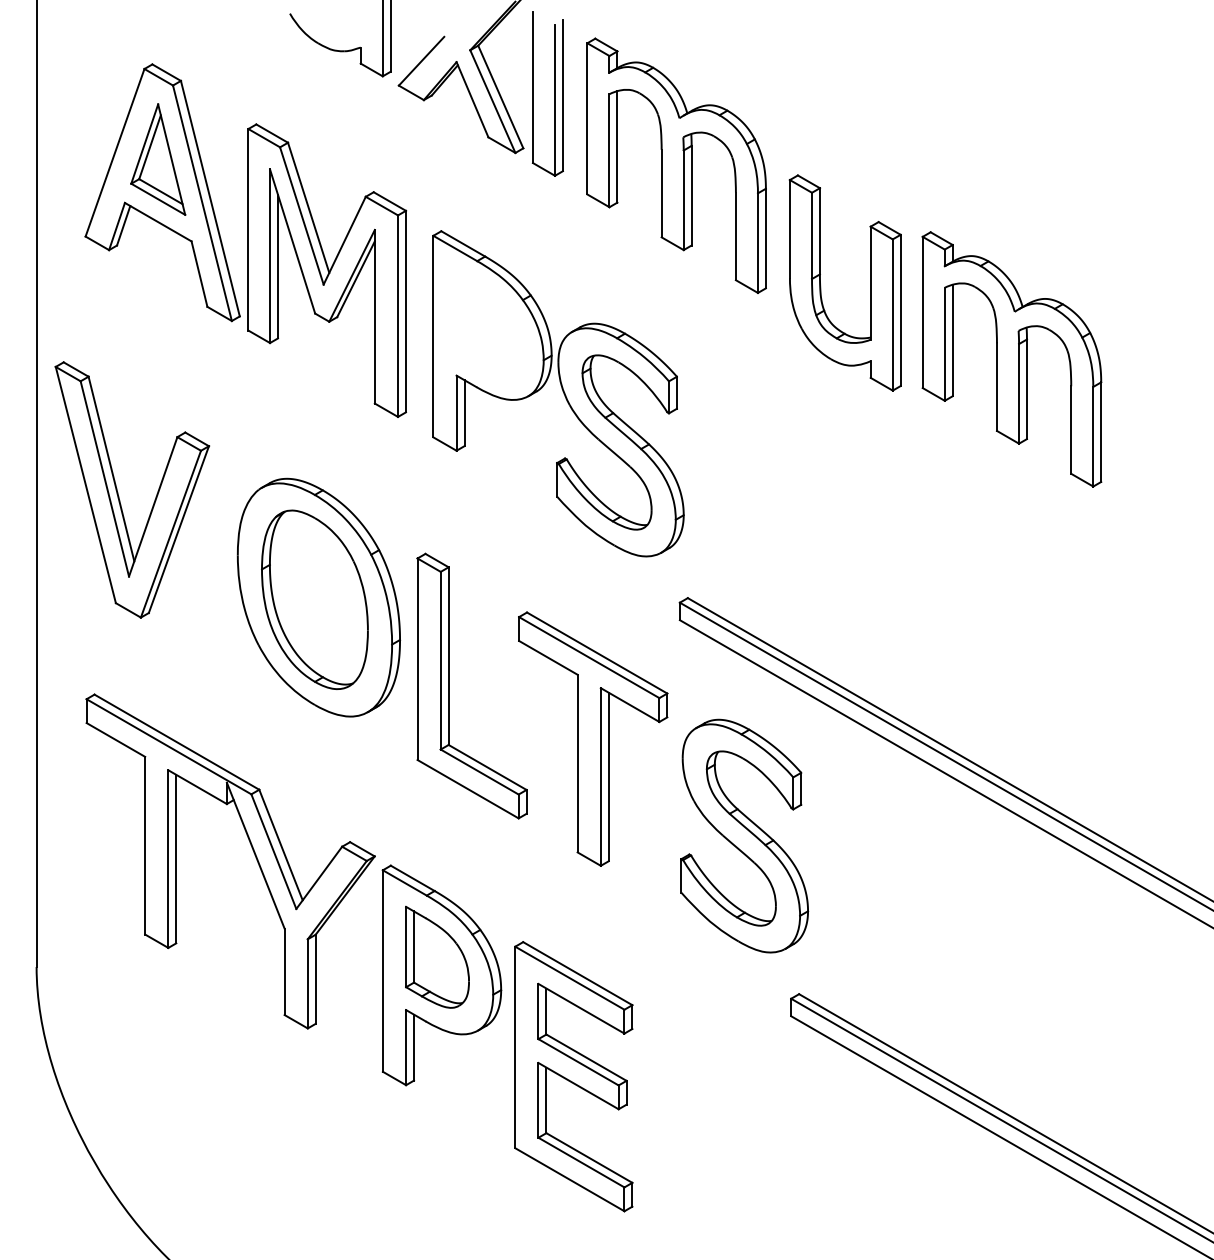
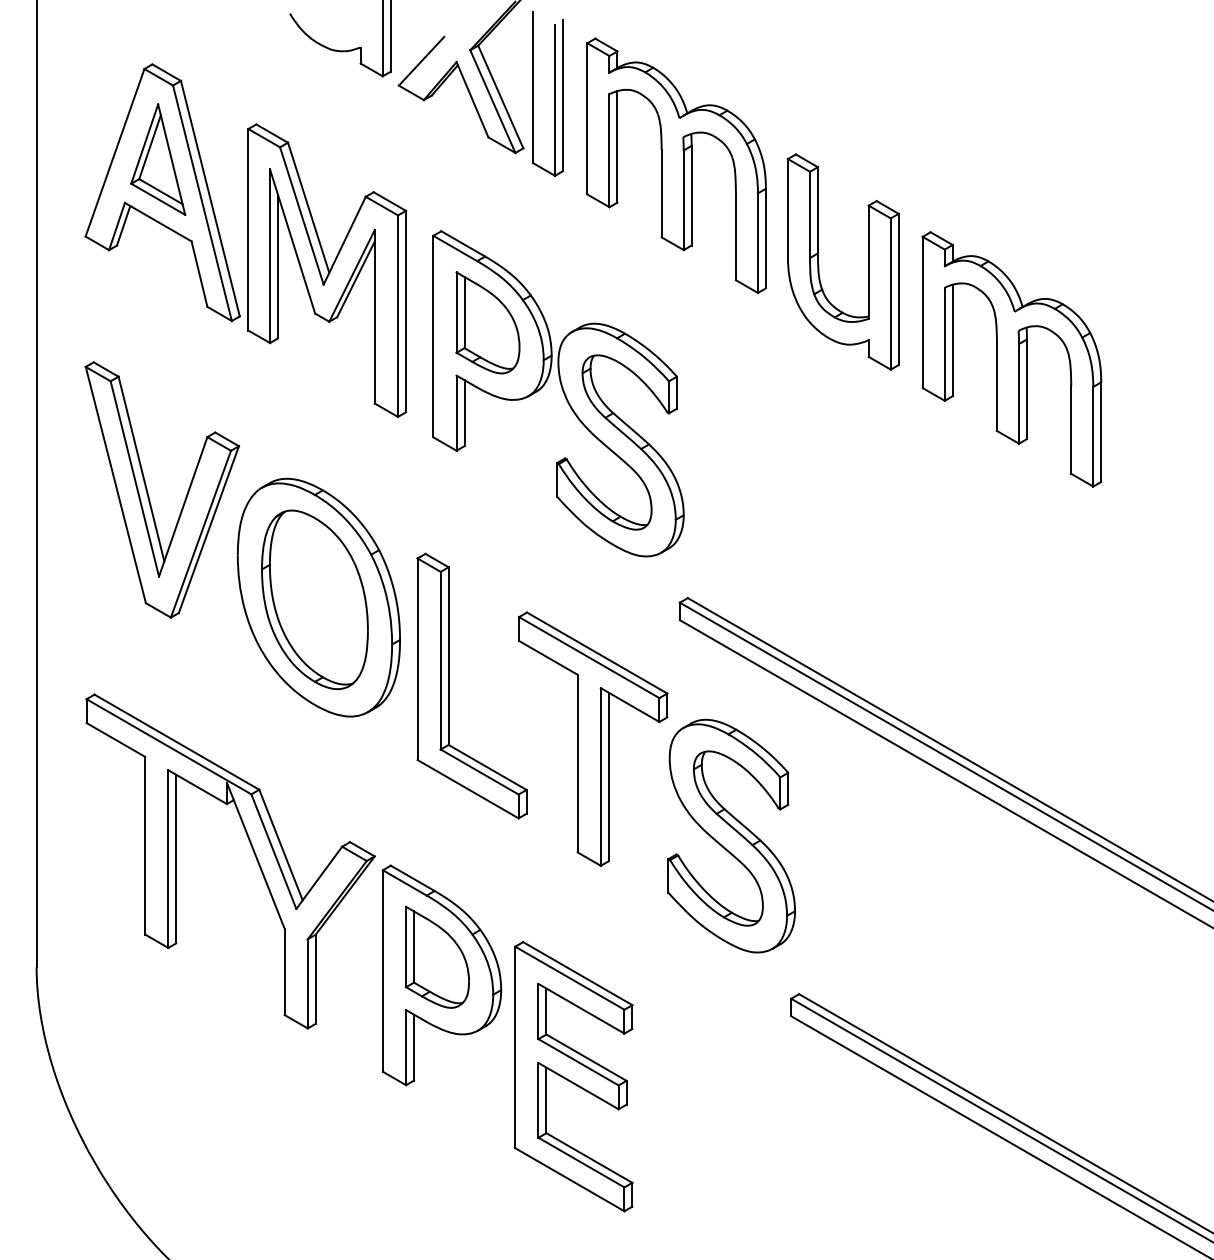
part at (821, 286) position: (821, 286) -> (819, 265)
part at (487, 322): none -> present
part at (118, 492) position: (118, 492) -> (148, 492)
part at (744, 835) position: (744, 835) -> (731, 835)
